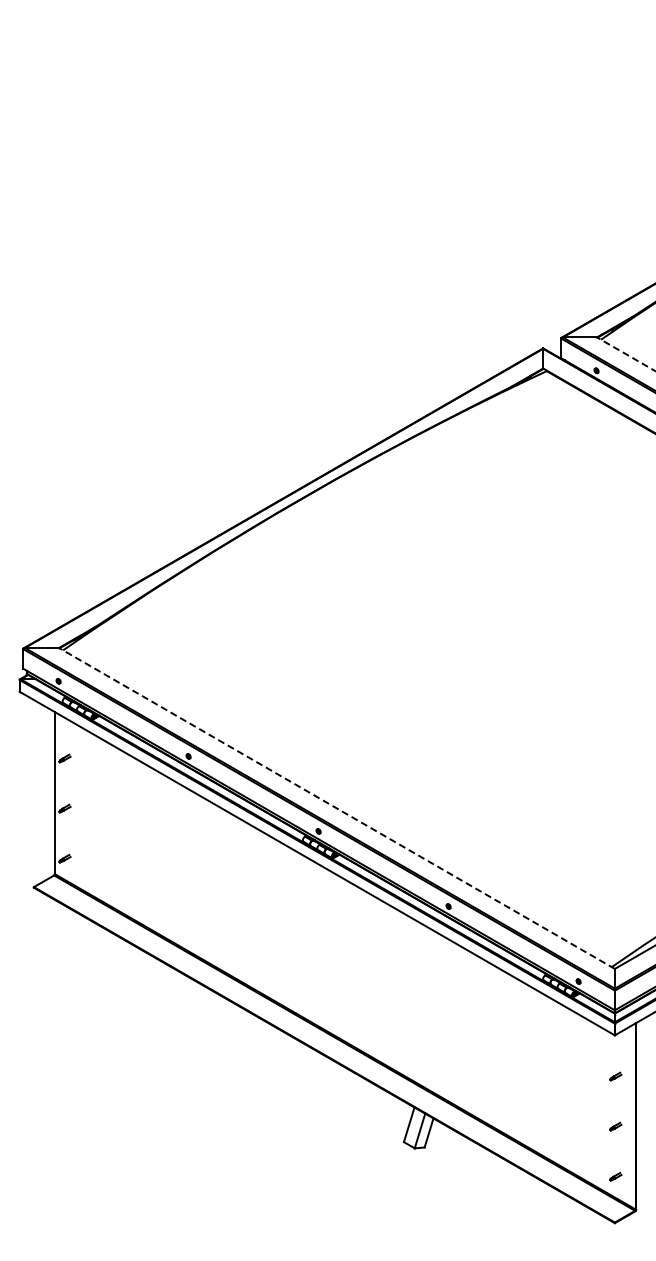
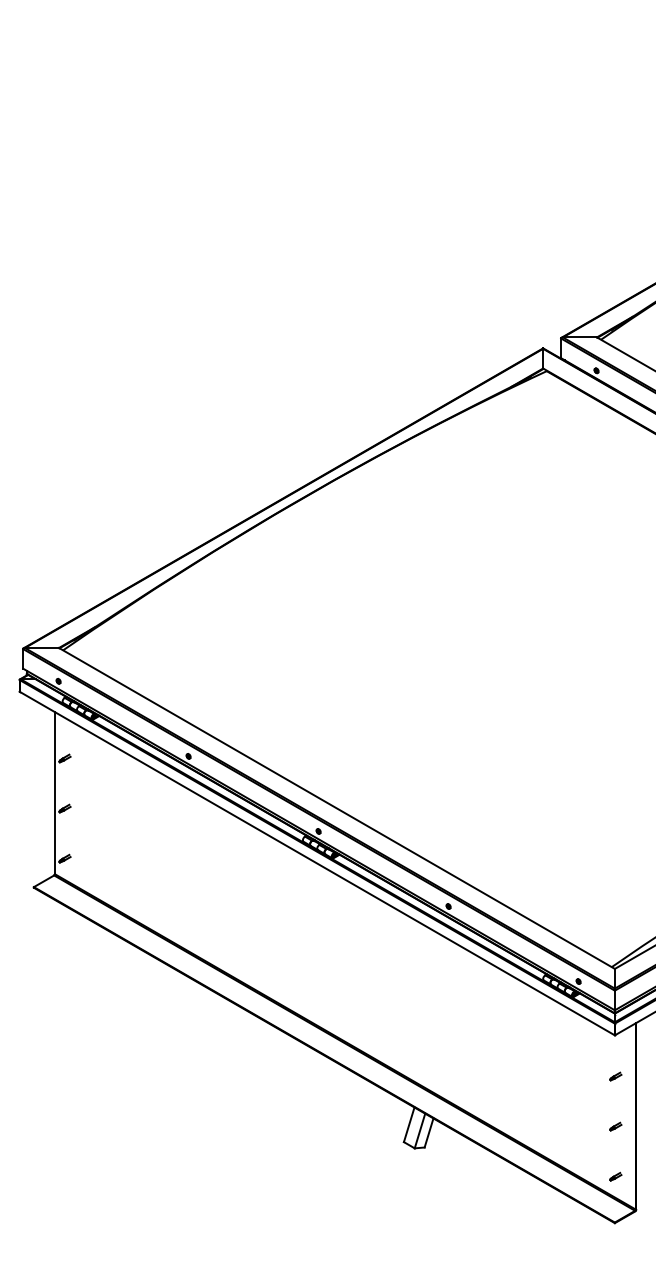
line at (626, 354): dashed -> solid
line at (336, 808): dashed -> solid
